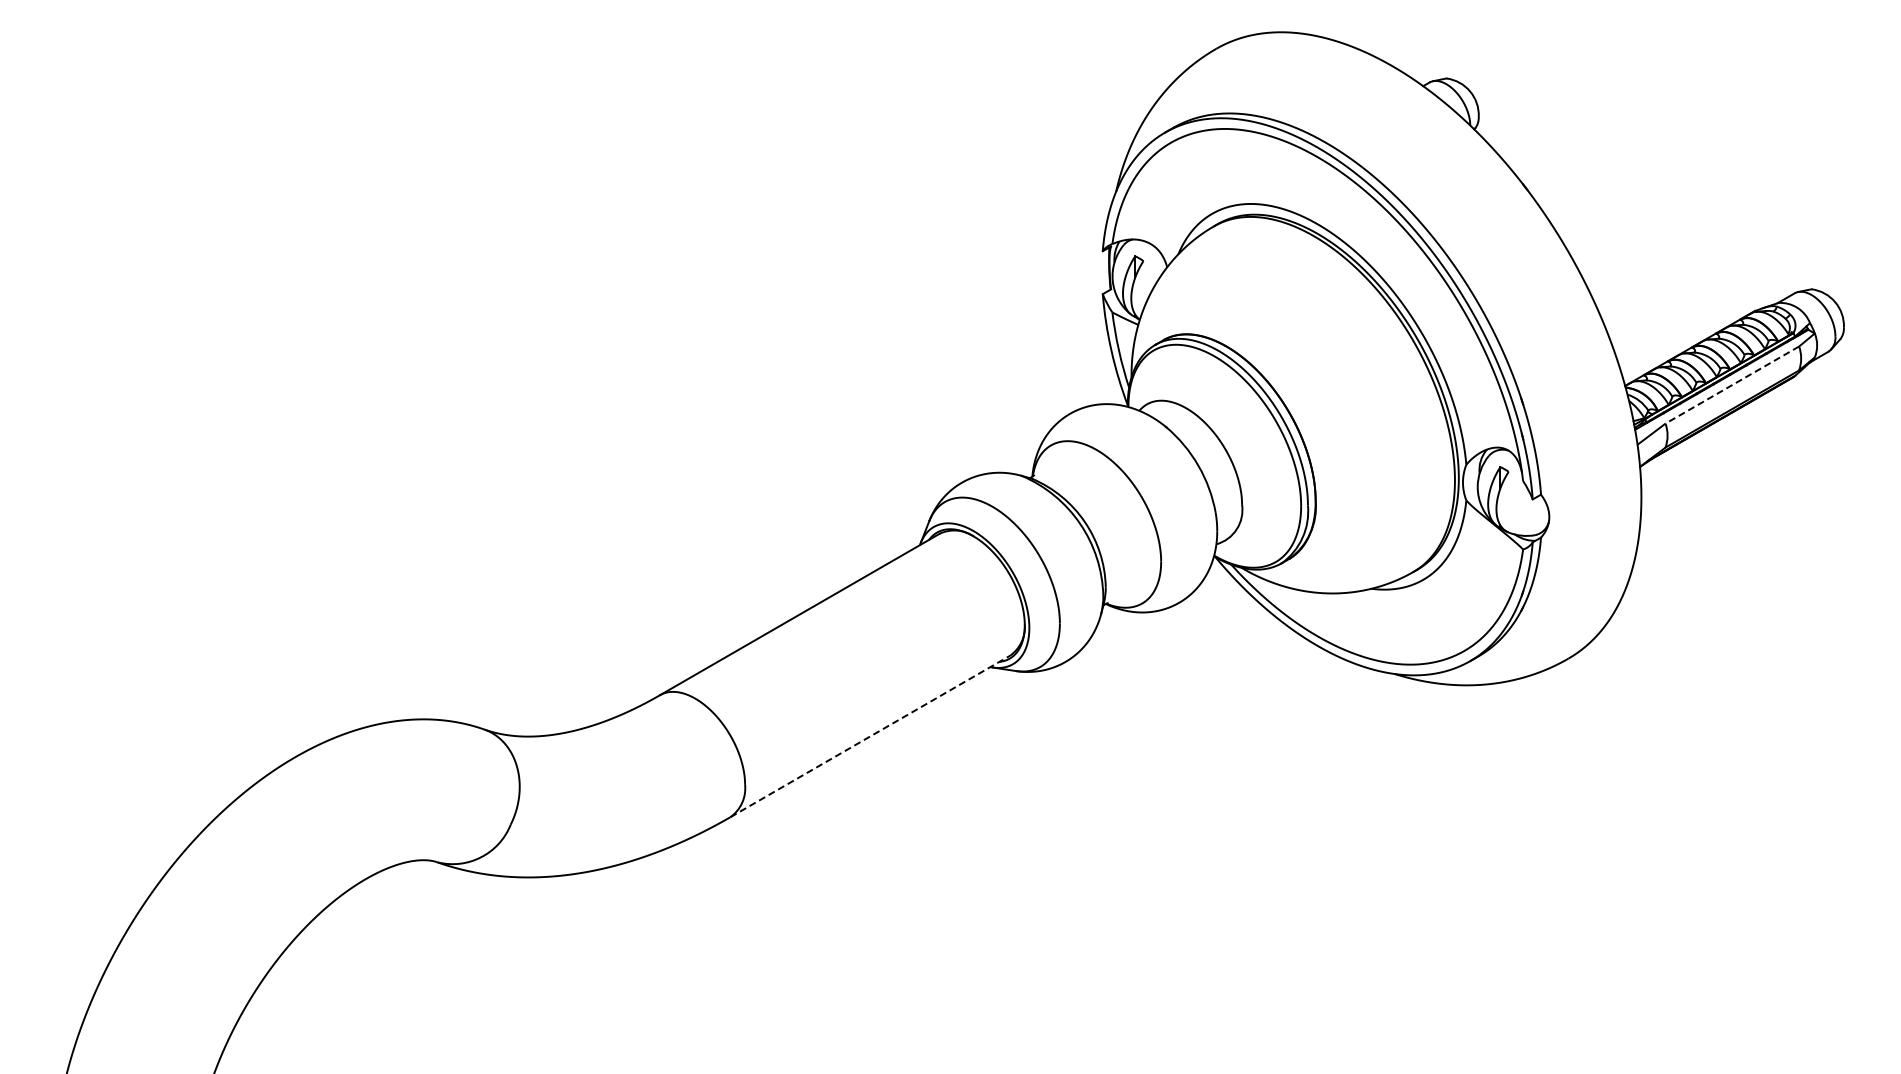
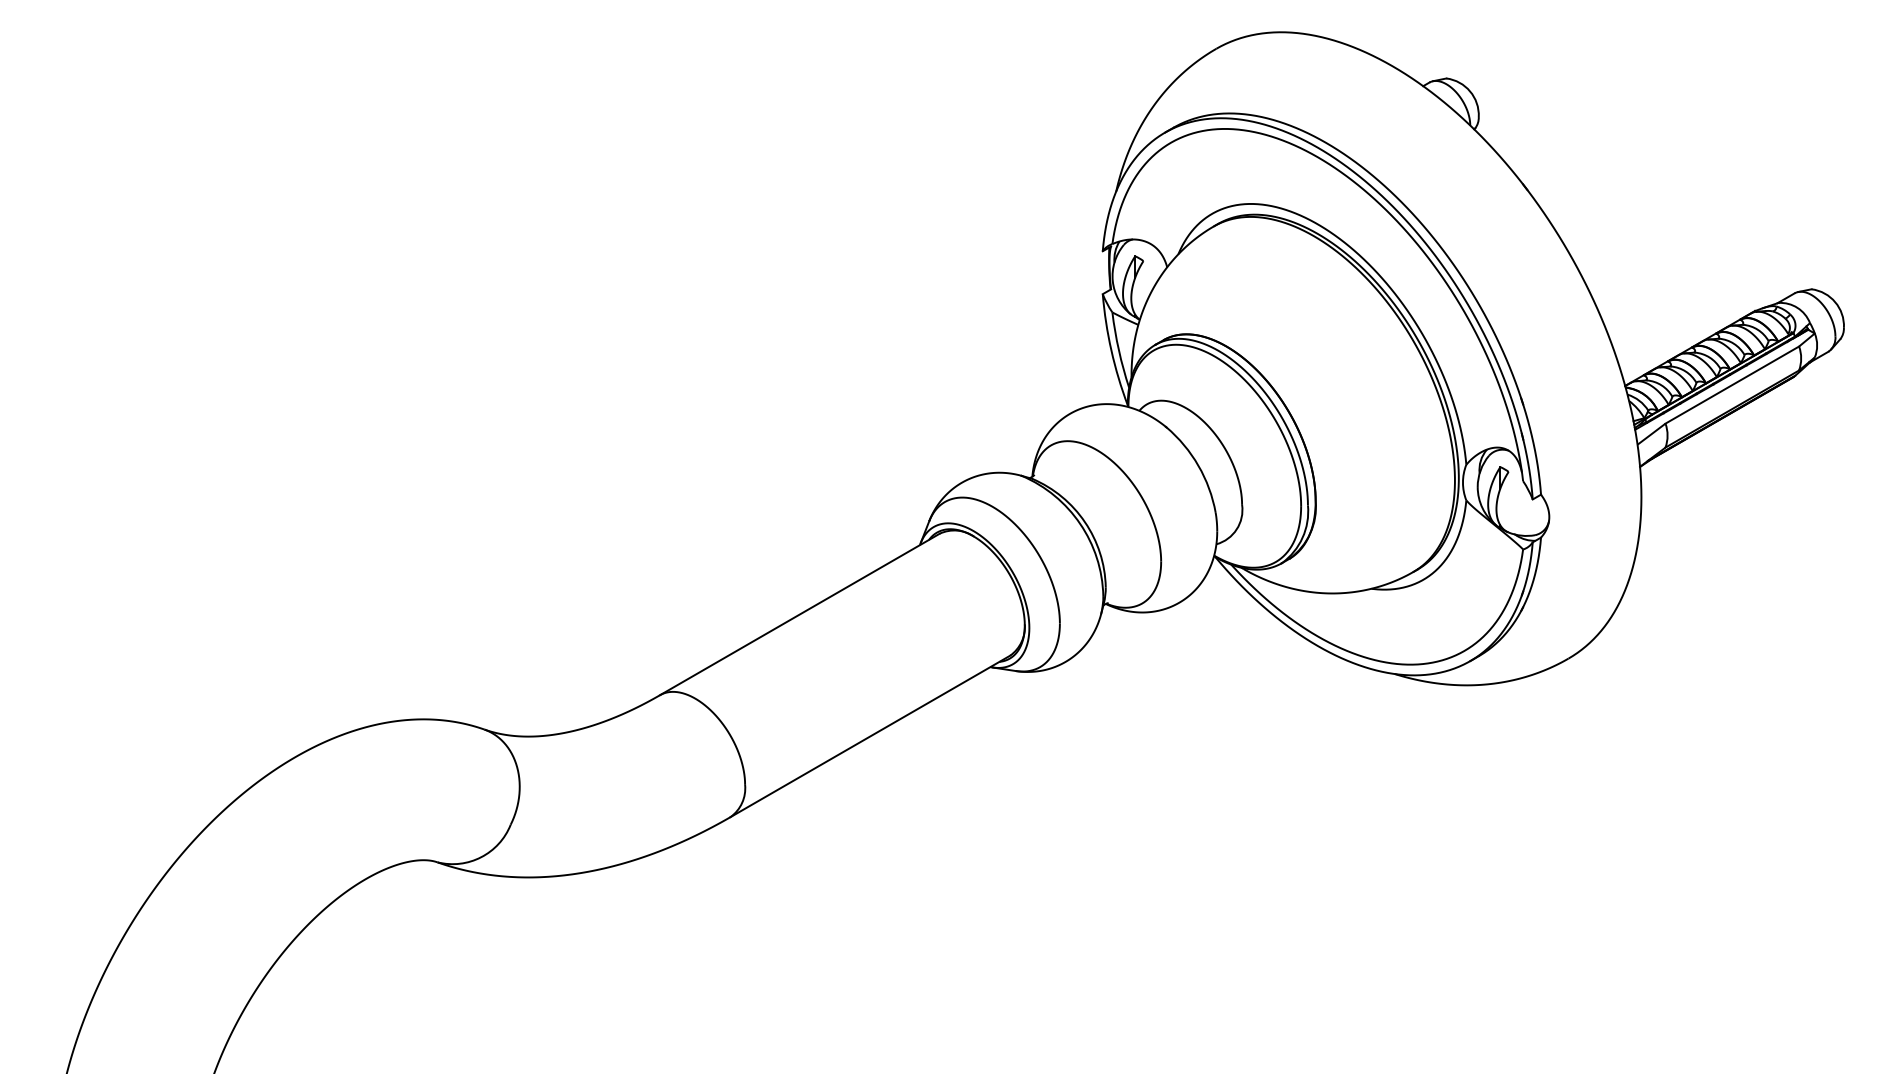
line at (1731, 385): dashed -> solid
line at (870, 736): dashed -> solid
